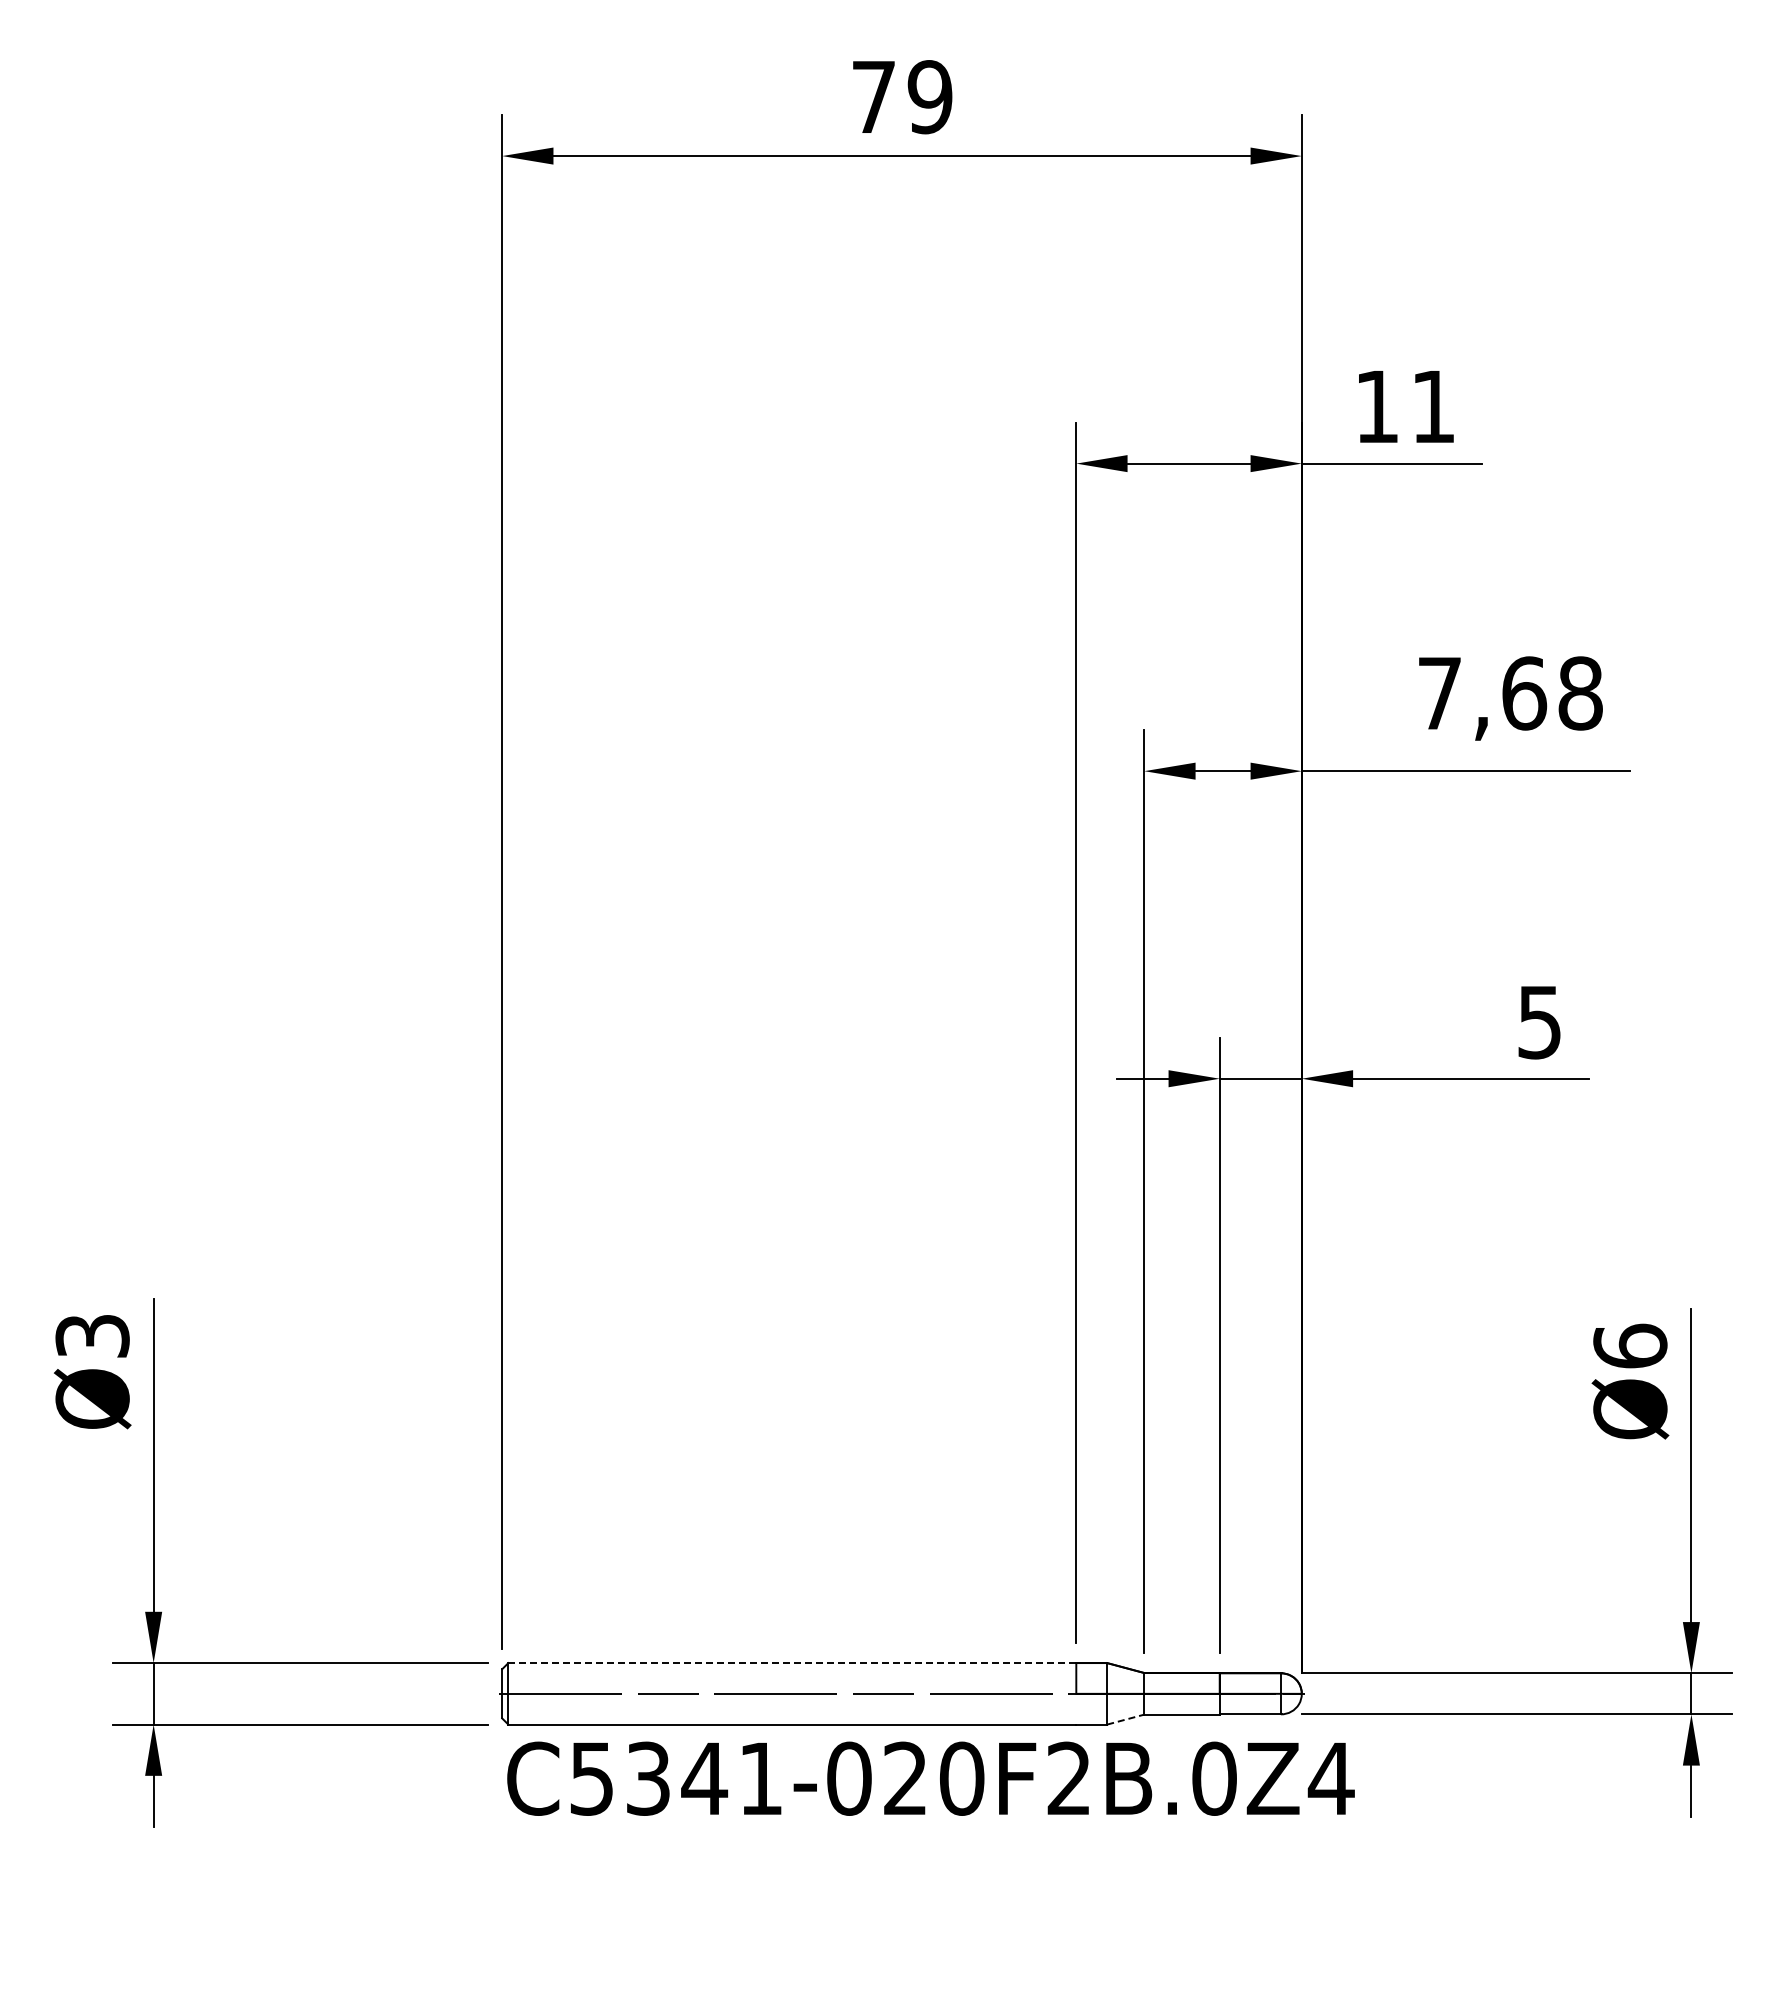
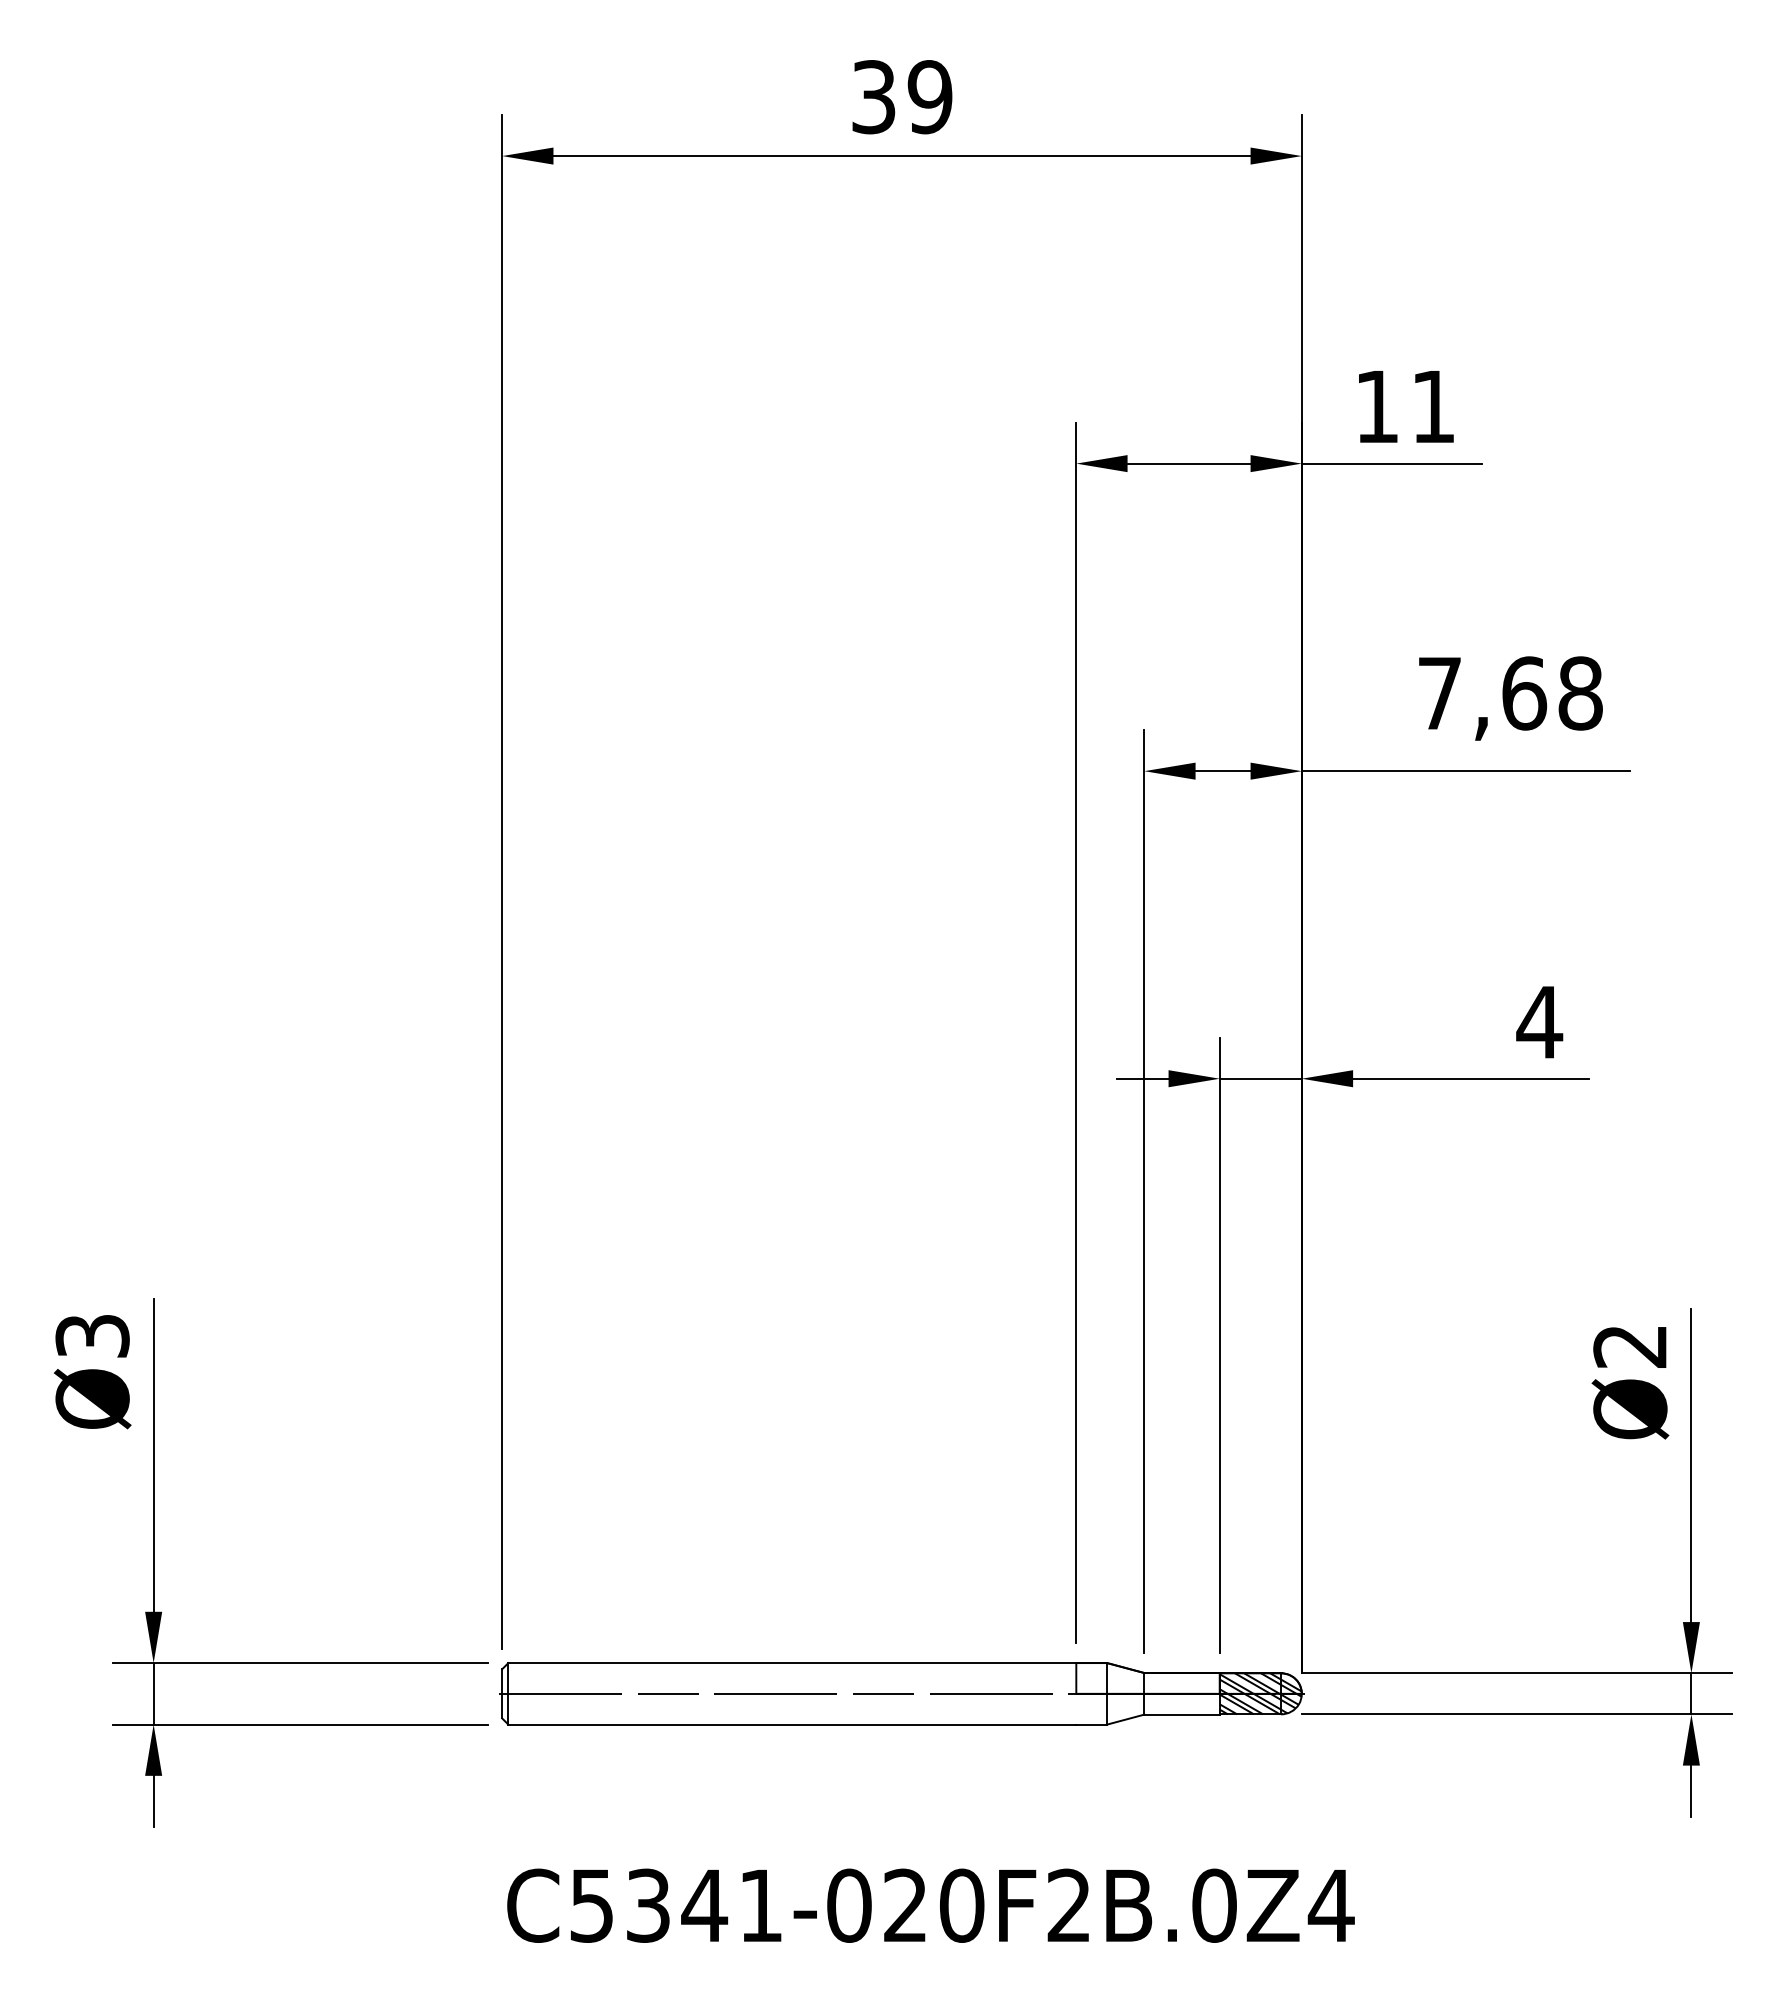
text at (873, 97): 79 -> 39
text at (1539, 1022): 5 -> 4
text at (1630, 1345): Ø6 -> Ø2
line at (792, 1663): dashed -> solid
hatch at (1260, 1693): none -> present
line at (1126, 1719): dashed -> solid
text at (930, 1778) position: (930, 1778) -> (930, 1905)
